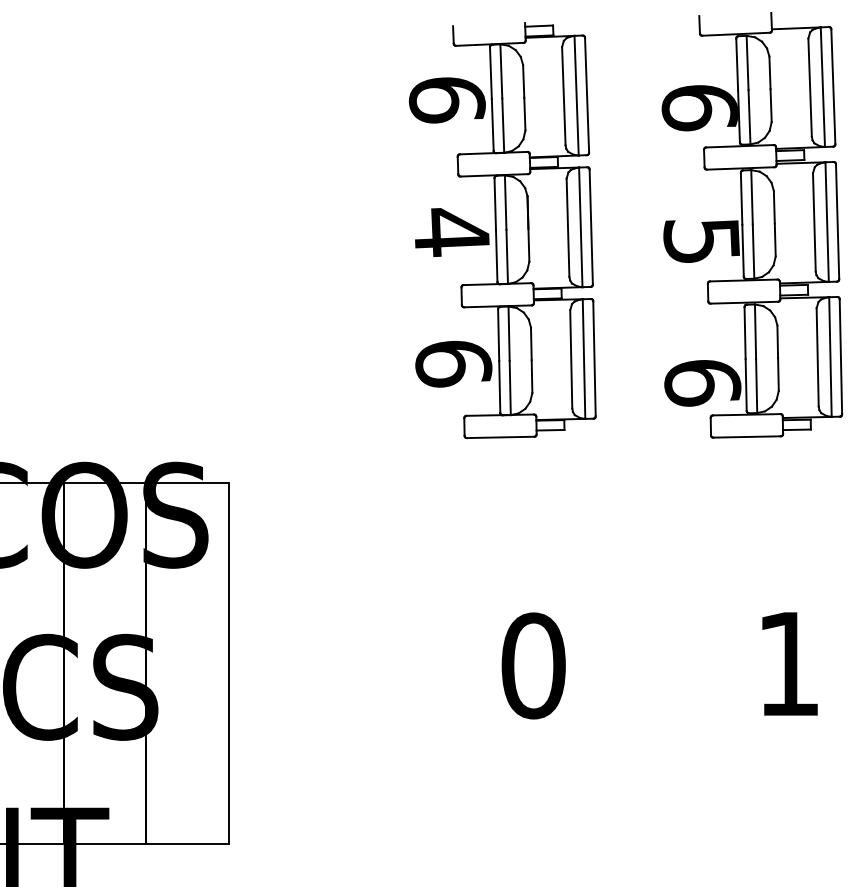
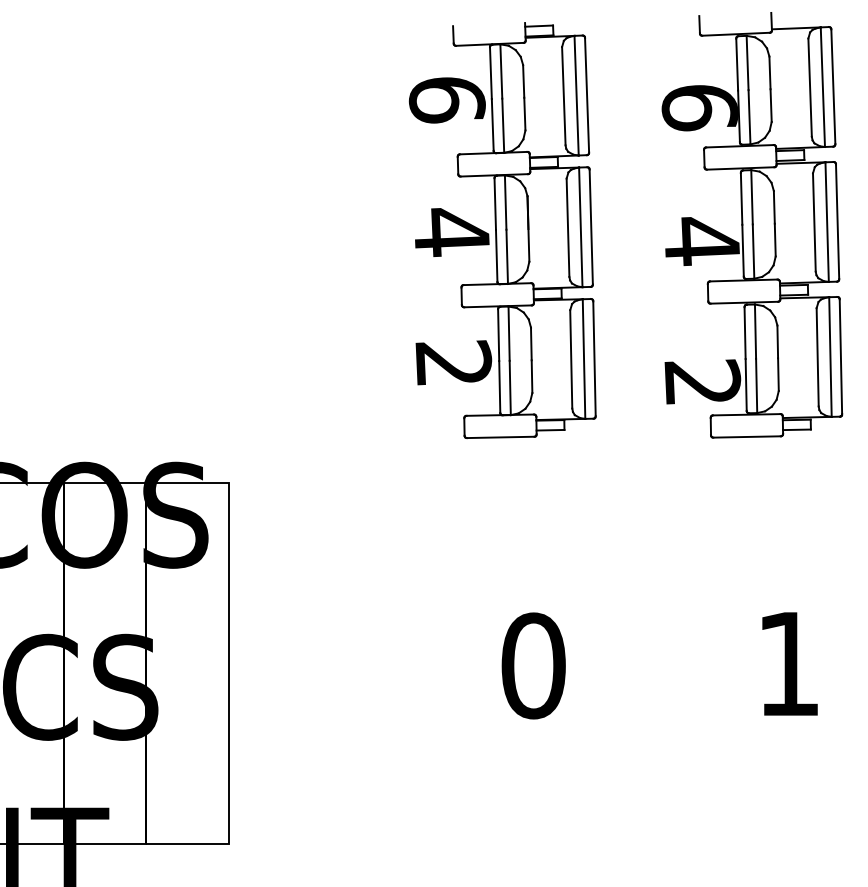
text at (701, 241): 5 -> 4
text at (453, 363): 6 -> 2
text at (702, 382): 6 -> 2
